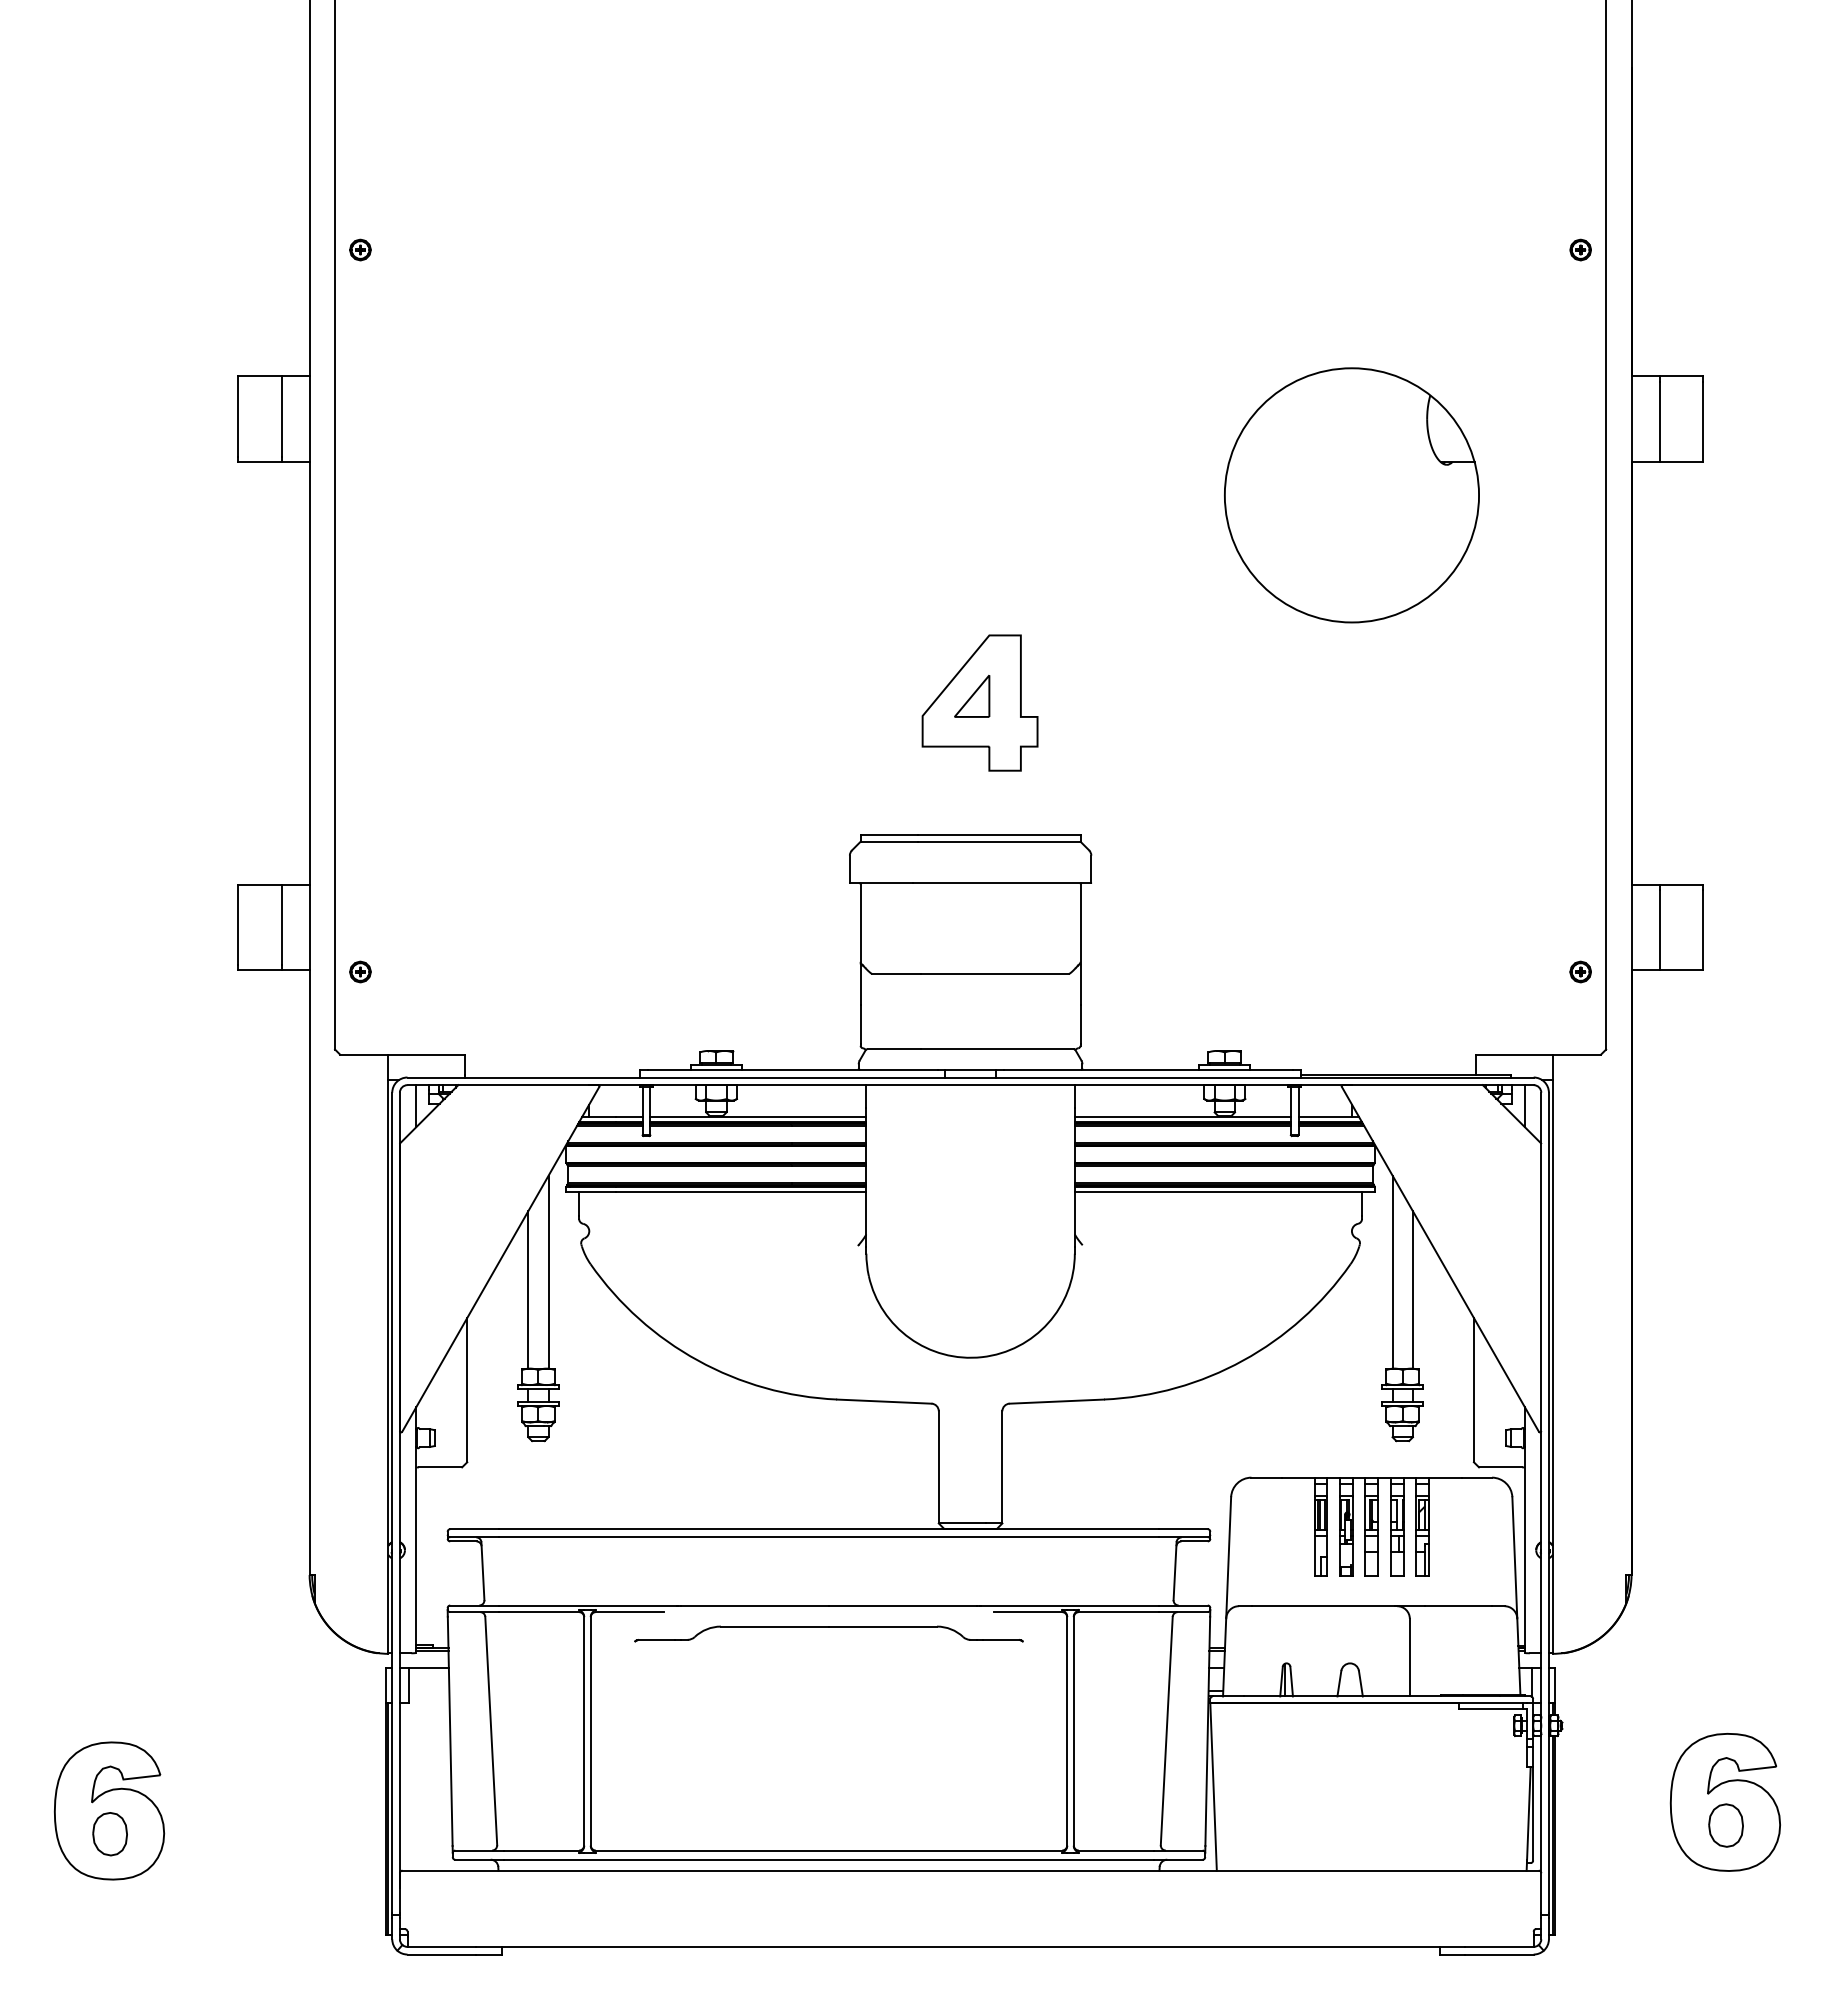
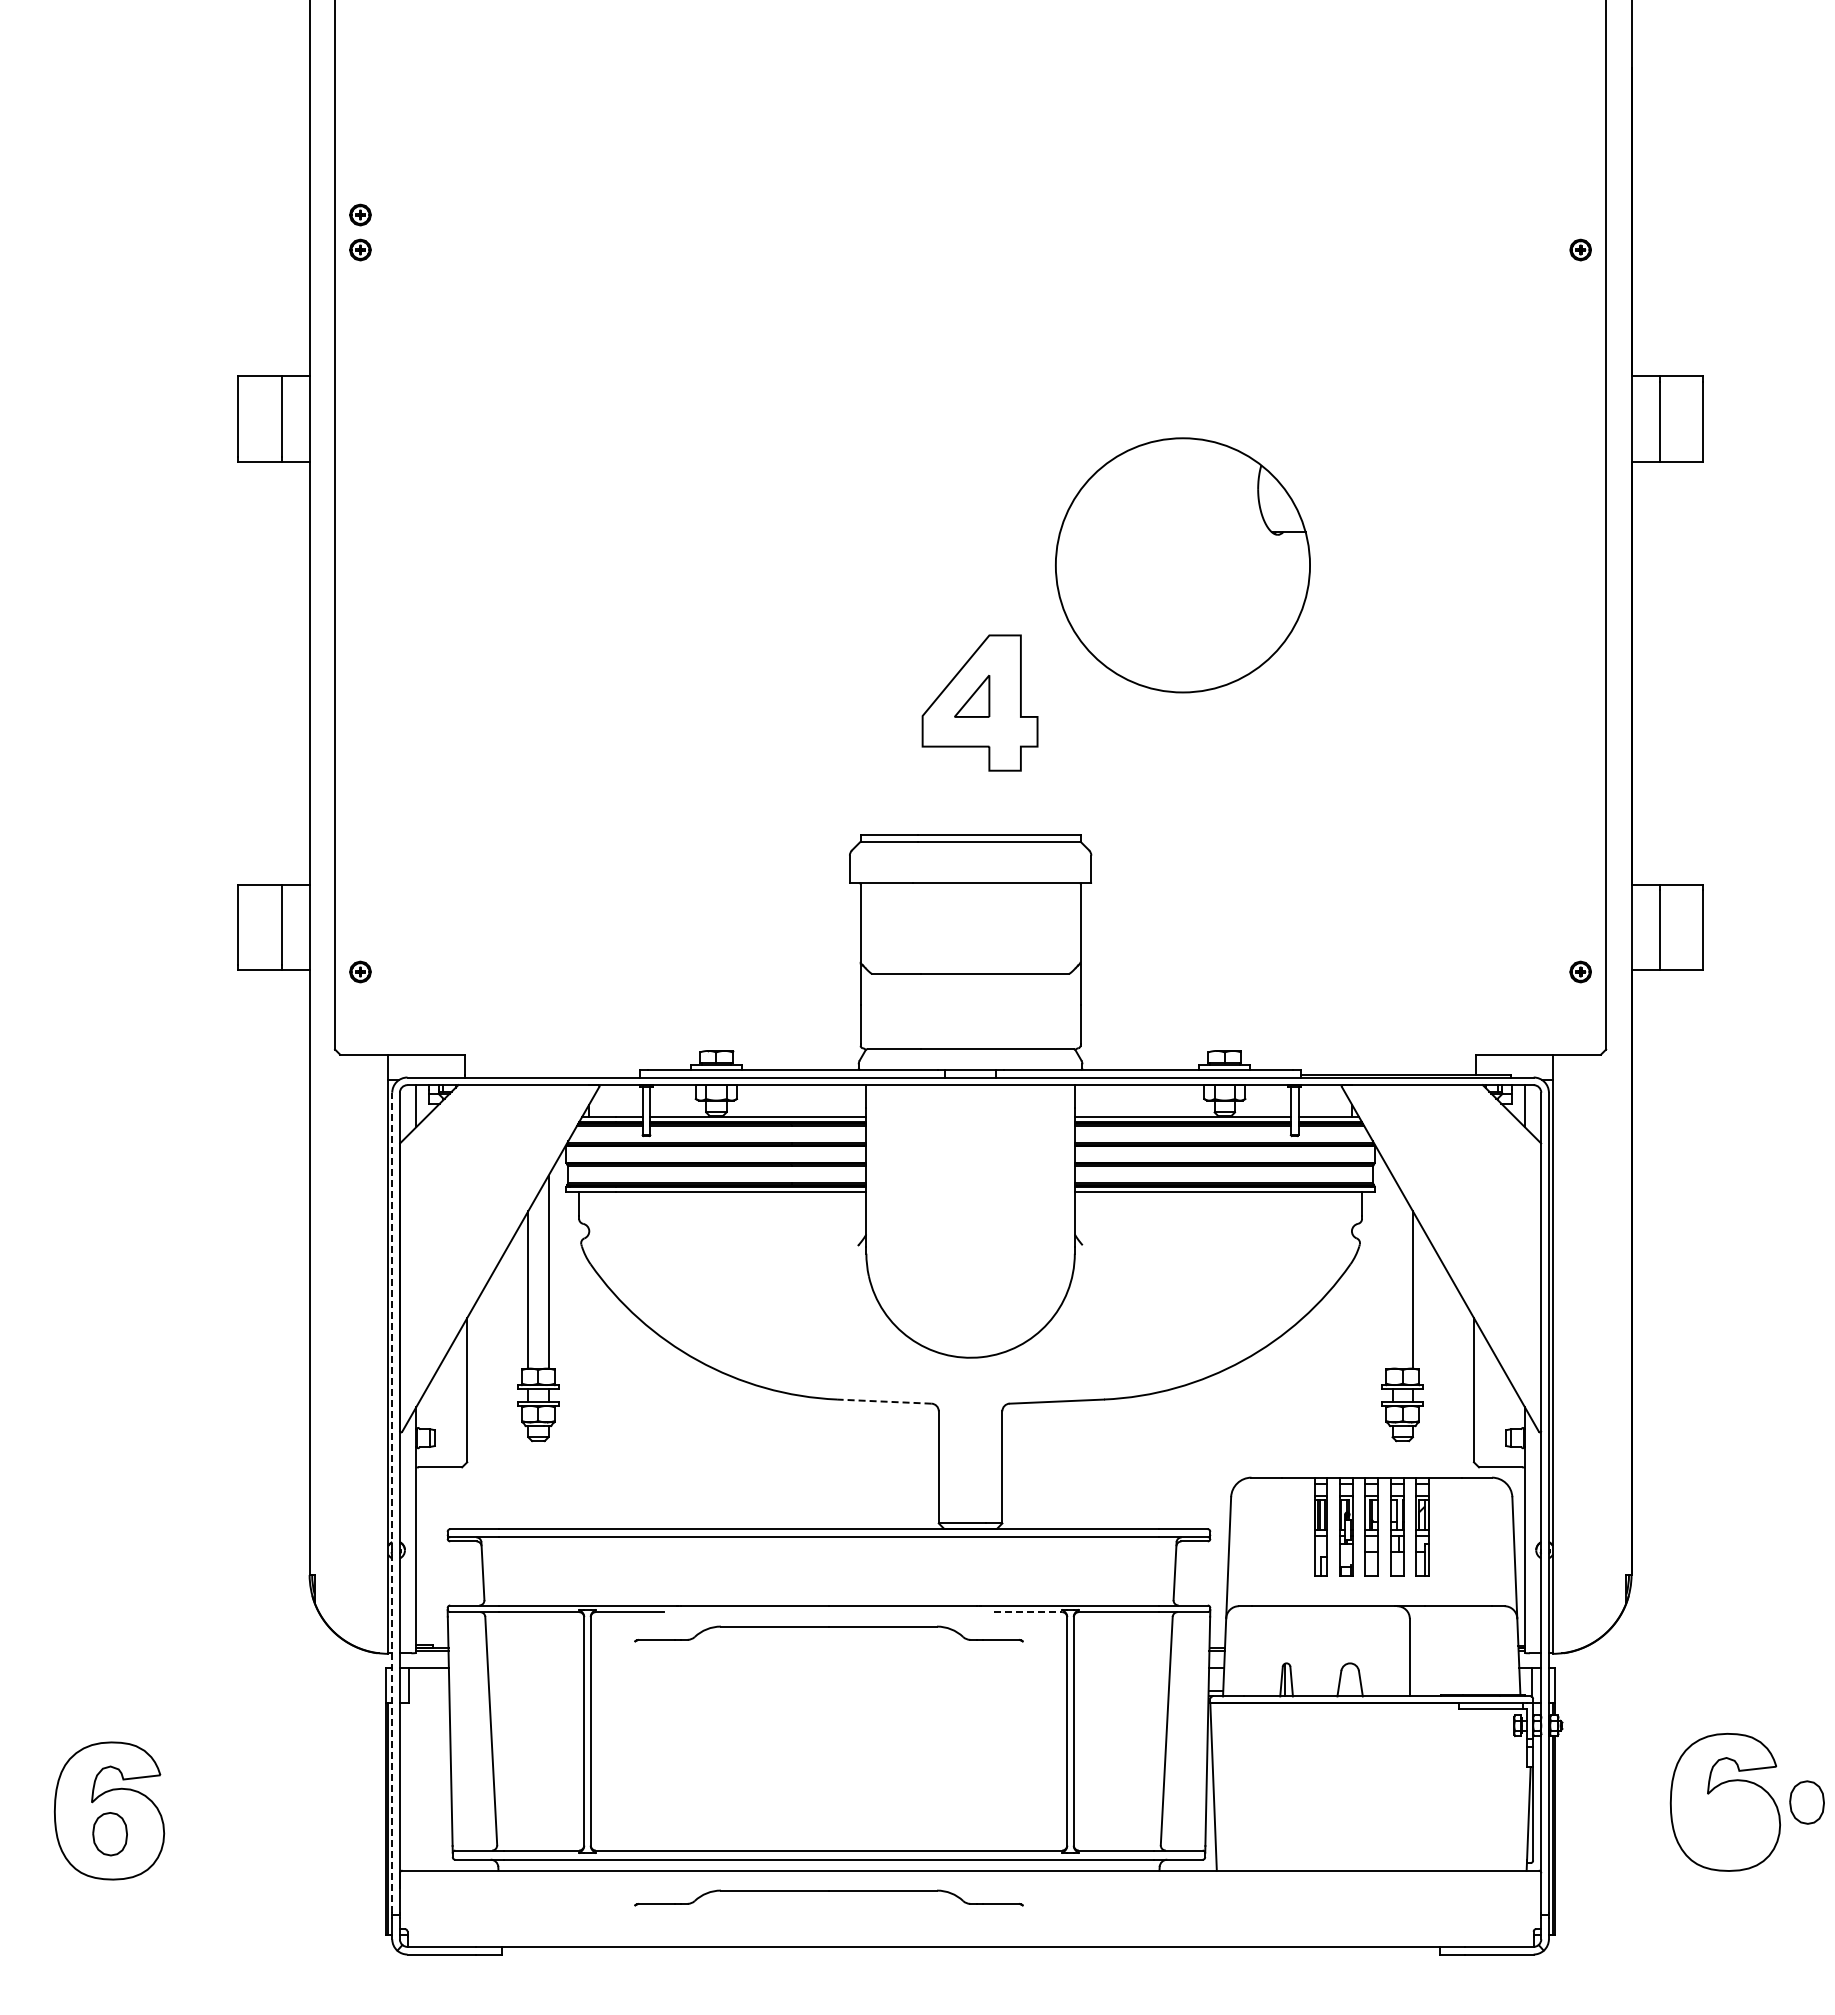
part at (360, 214): none -> present
part at (1351, 495) position: (1351, 495) -> (1182, 565)
line at (1392, 1271): present -> none
line at (883, 1401): solid -> dashed
line at (392, 1502): solid -> dashed
line at (1028, 1612): solid -> dashed
part at (1725, 1825) position: (1725, 1825) -> (1806, 1802)
part at (828, 1897): none -> present
